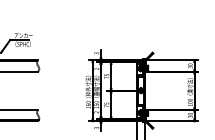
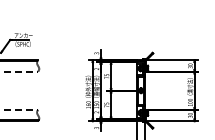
line at (19, 71): solid -> dashed
line at (19, 109): solid -> dashed
